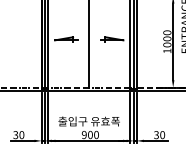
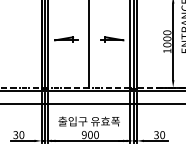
line at (92, 104): none -> present
